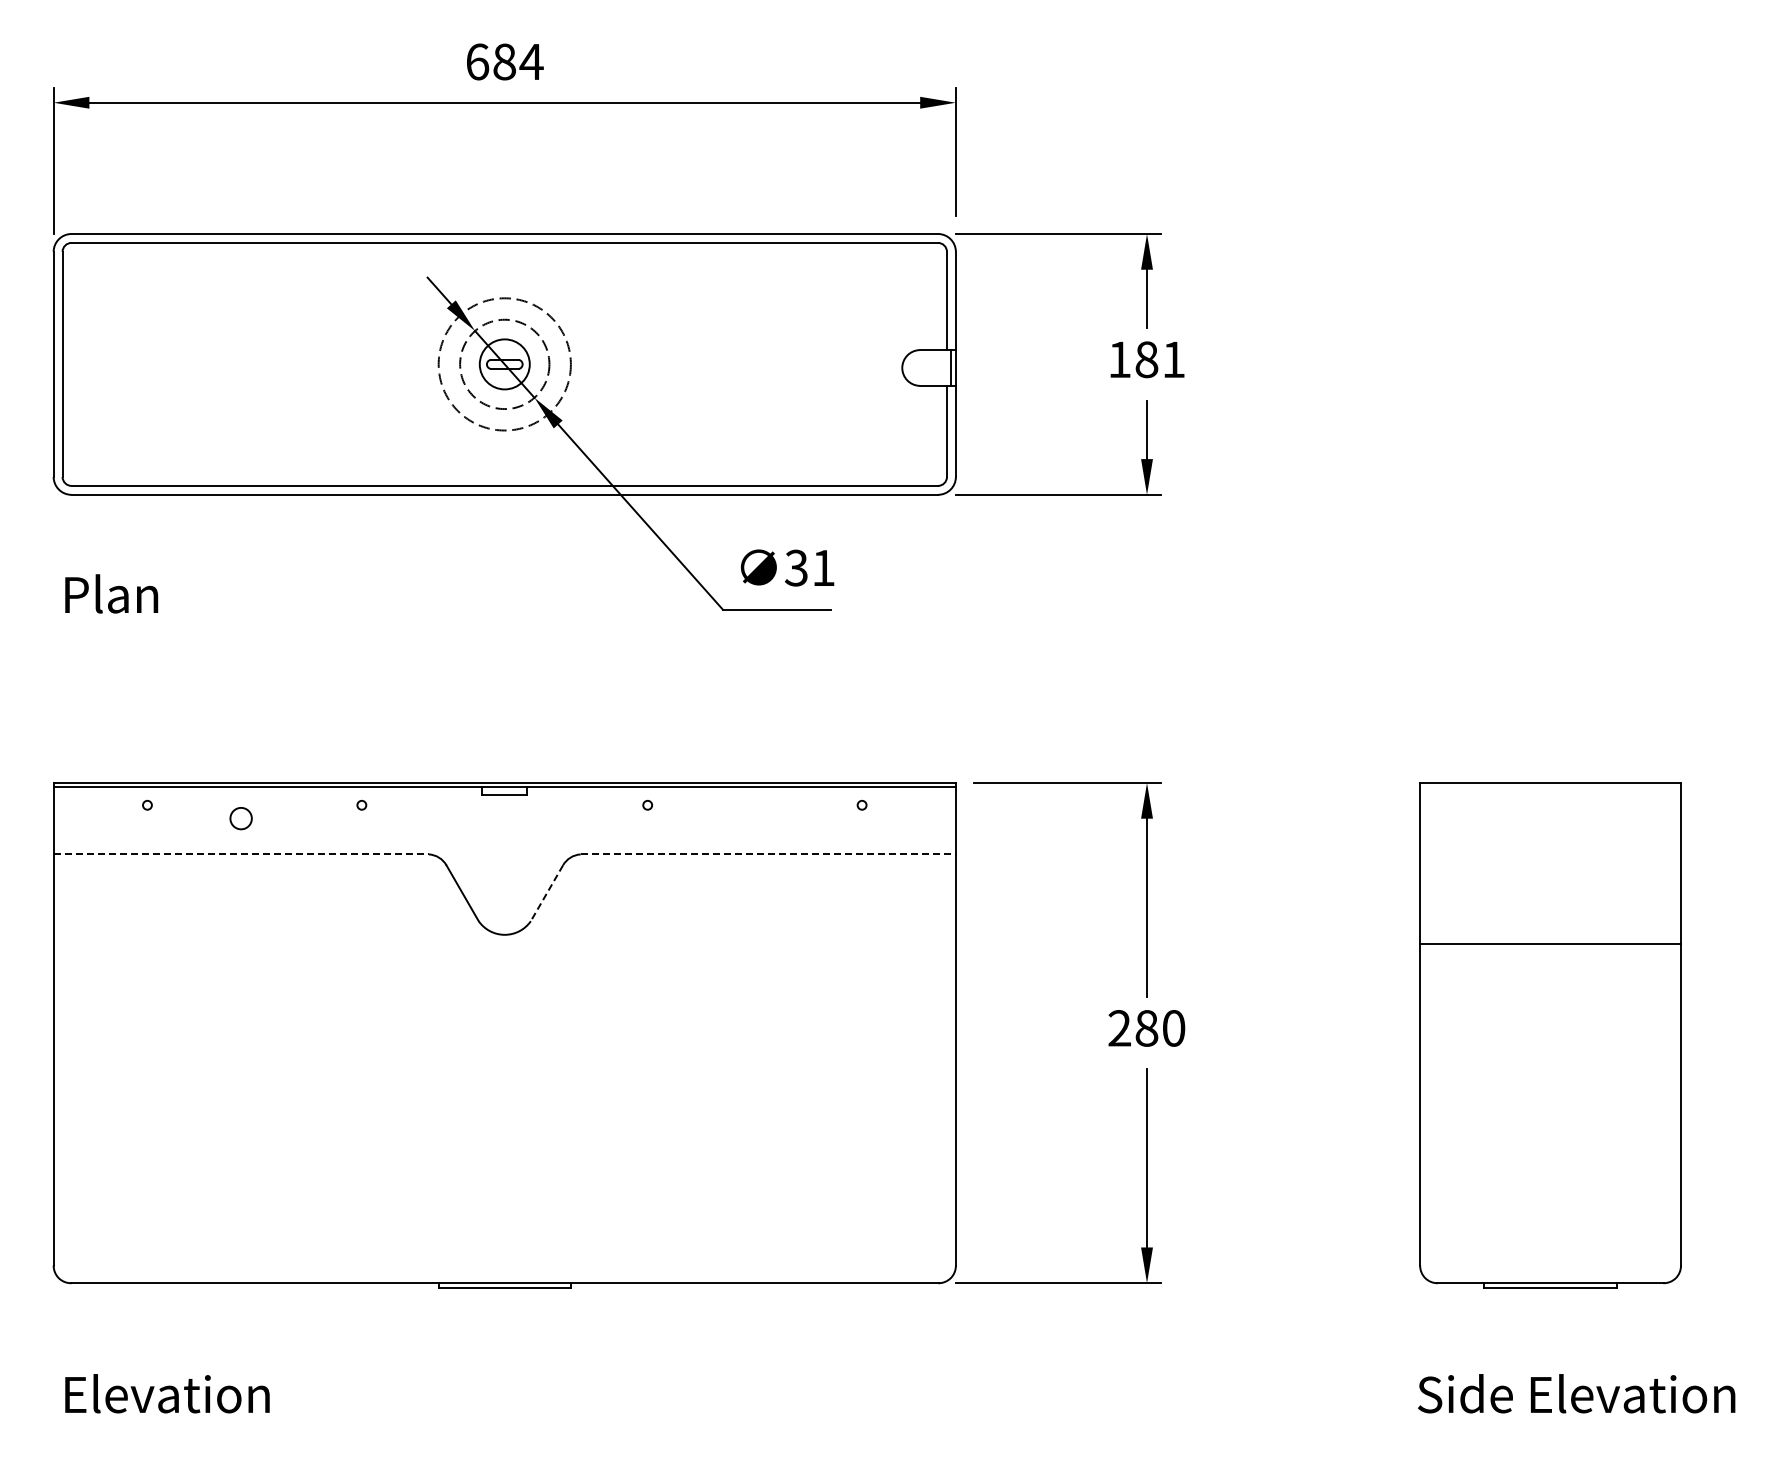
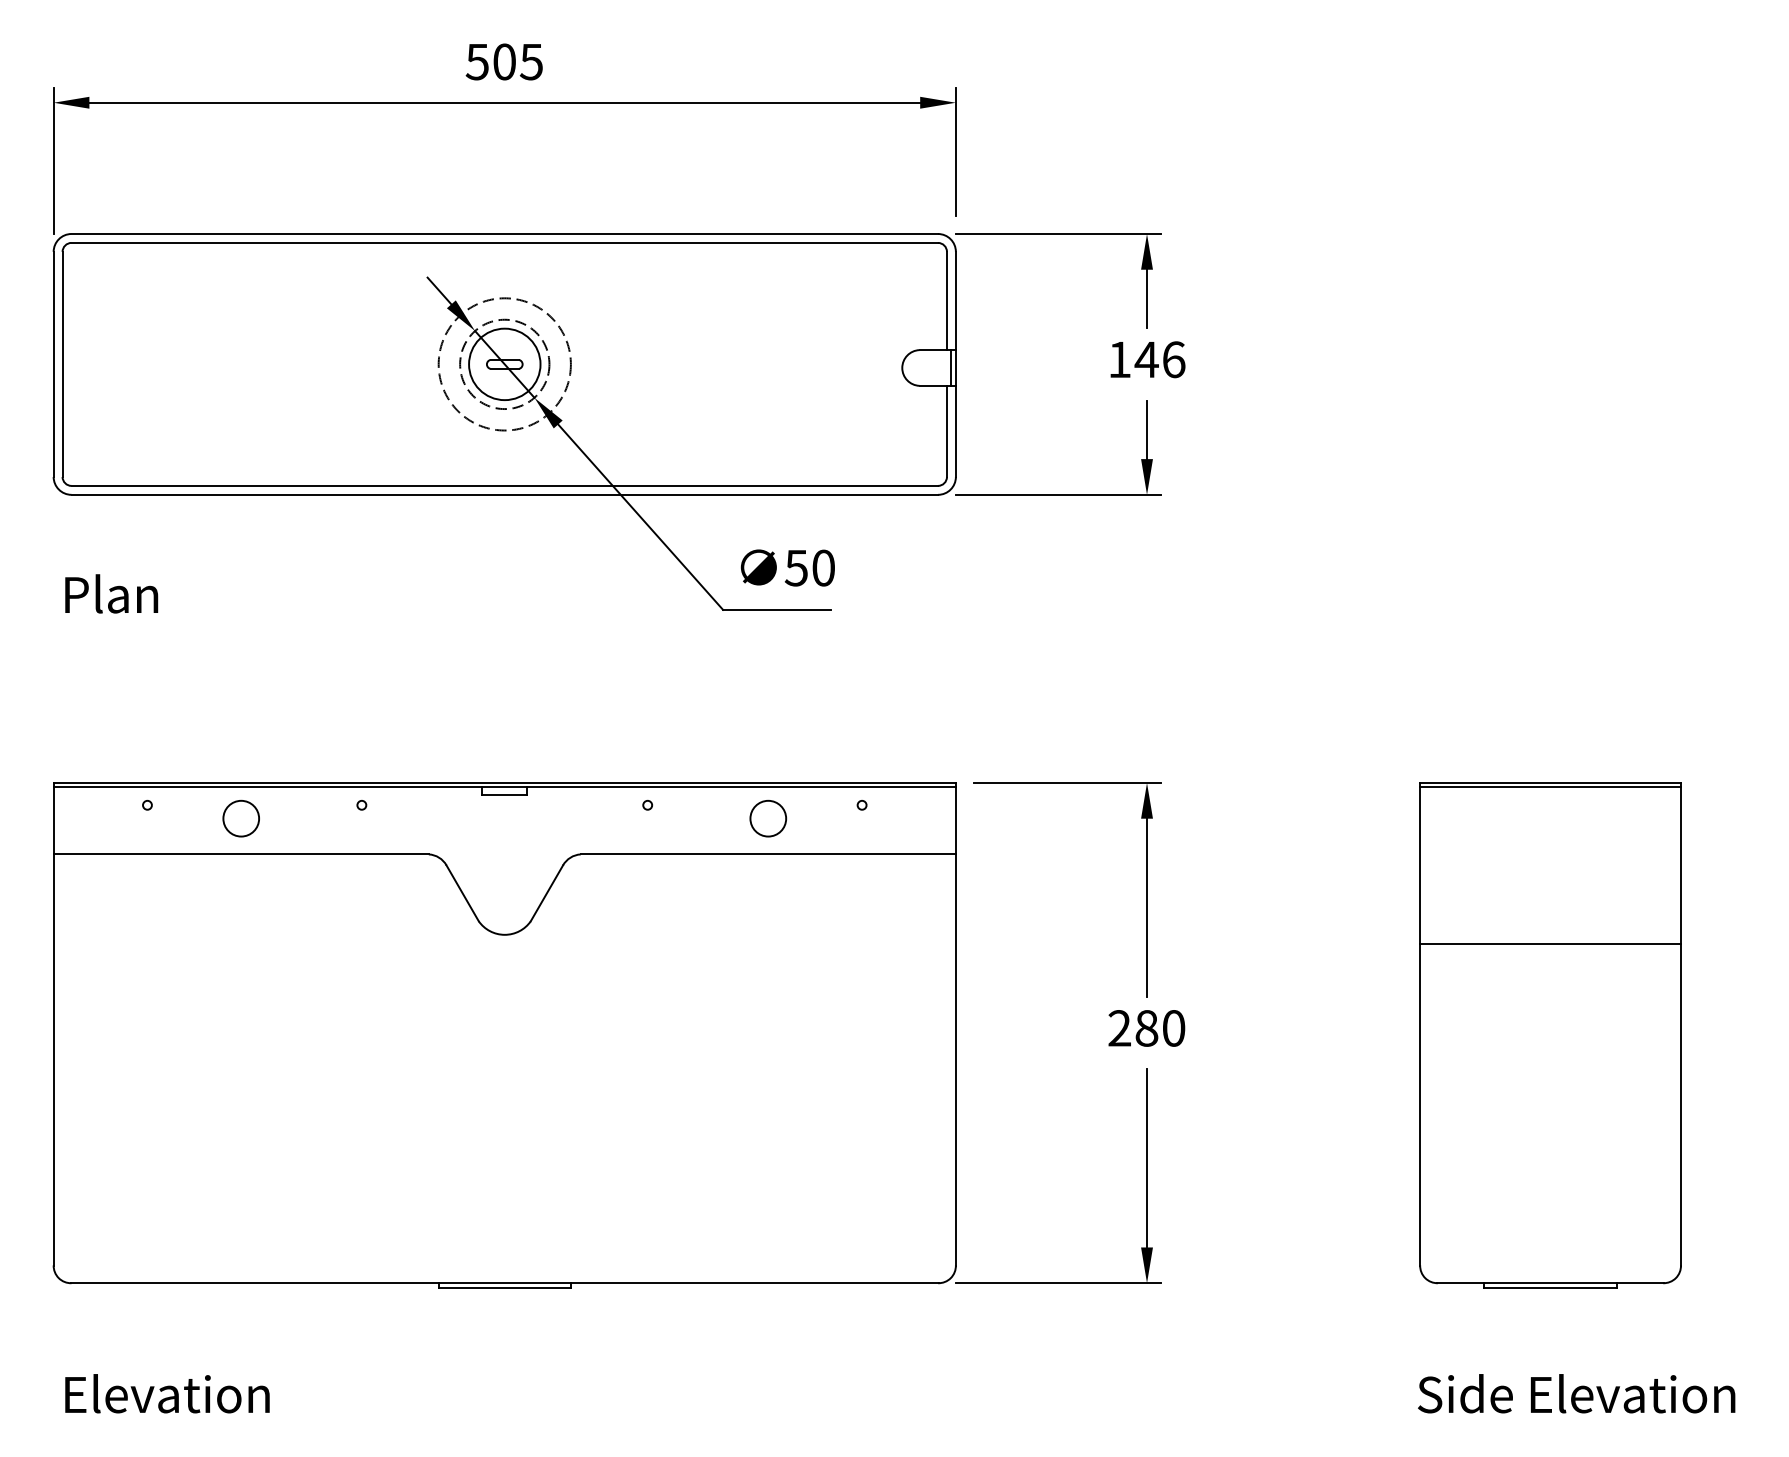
text at (504, 61): 684 -> 505
text at (1159, 359): 181 -> 146
circle at (504, 364) diameter: 50 px -> 71 px
text at (809, 567): 31 -> 50
line at (1550, 786): none -> present
circle at (240, 818) size: 24x24 px -> 38x39 px
circle at (768, 818): none -> present
line at (241, 854): dashed -> solid
line at (768, 854): dashed -> solid
line at (546, 893): dashed -> solid
